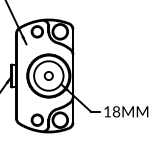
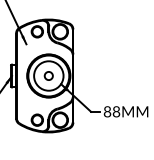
text at (107, 111): 18MM -> 88MM
